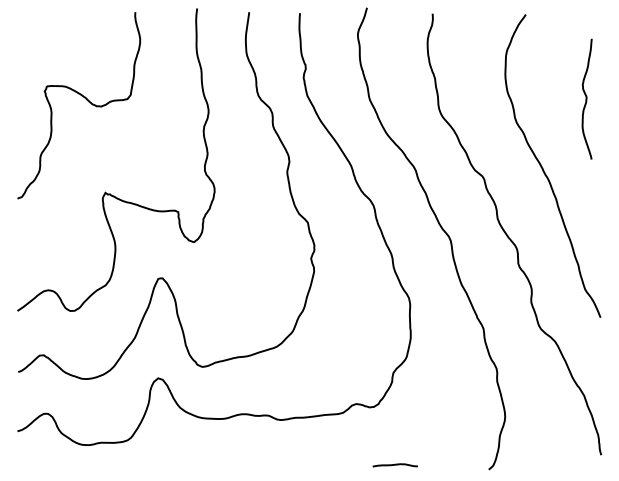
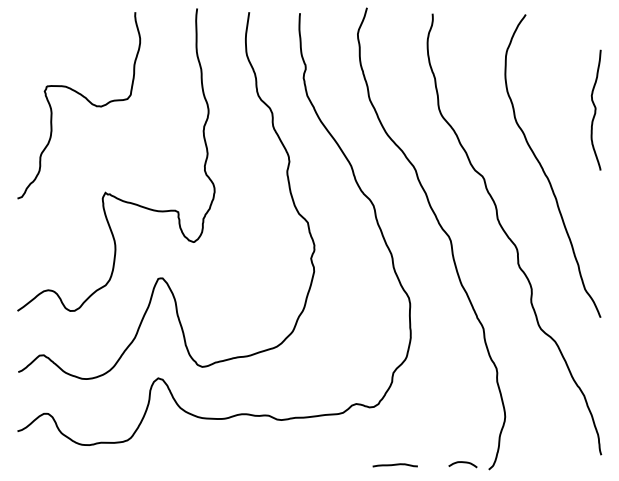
curve at (586, 98) position: (586, 98) -> (595, 109)
curve at (463, 463): none -> present
